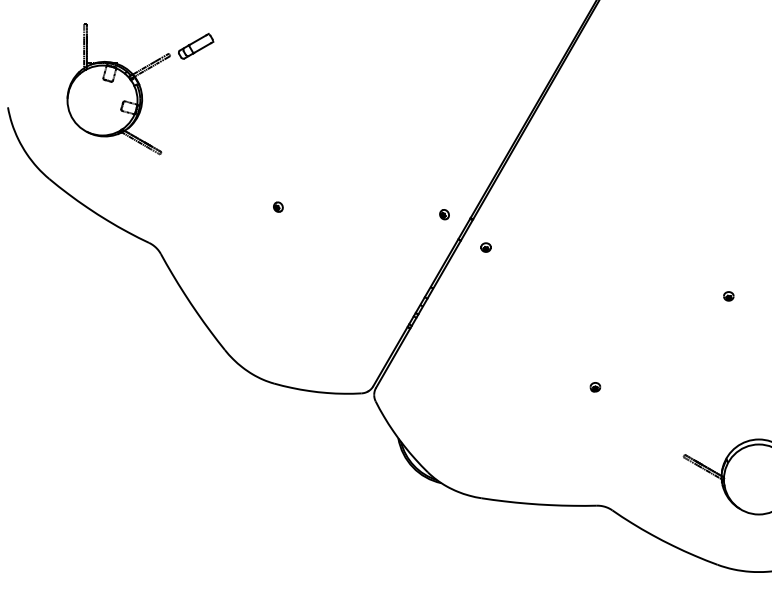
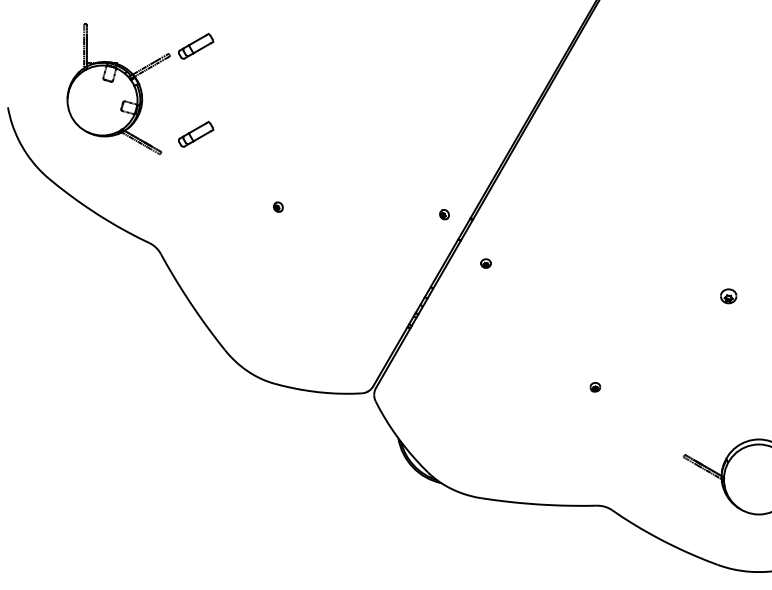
part at (196, 134): none -> present
part at (485, 247) position: (485, 247) -> (485, 263)
part at (728, 296) size: 12x11 px -> 18x17 px
